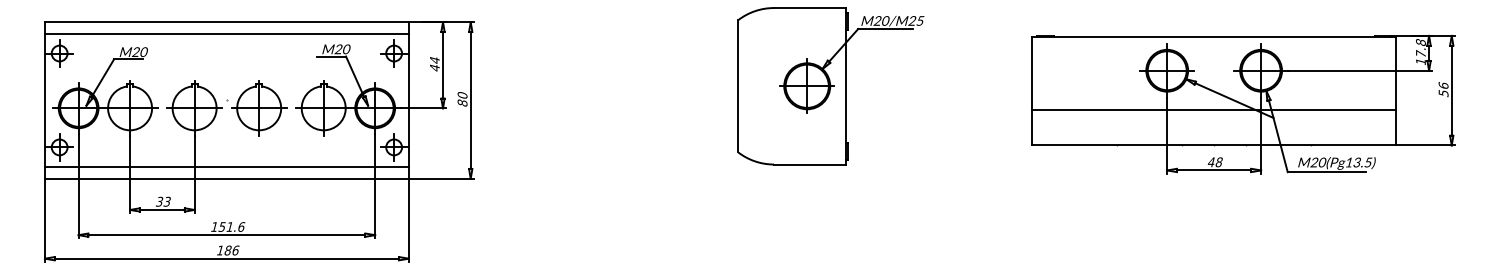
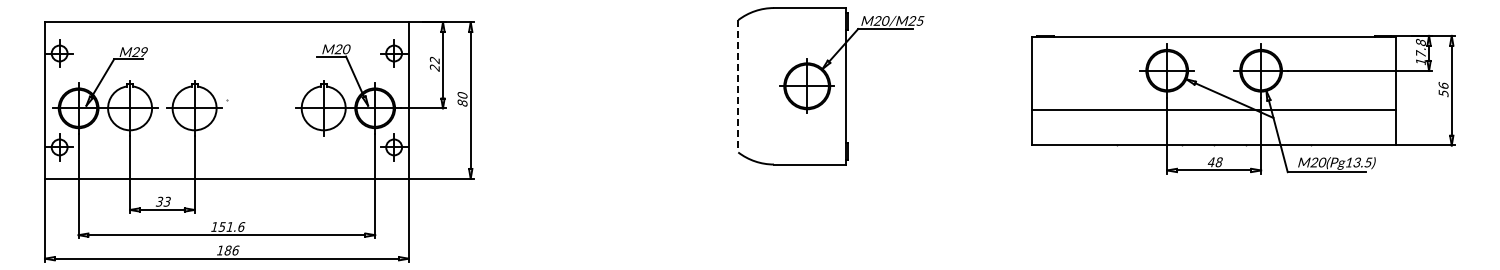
line at (226, 34): present -> none
text at (143, 53): M20 -> M29
text at (434, 63): 44 -> 22
line at (738, 86): solid -> dashed
part at (259, 108): present -> none
line at (226, 166): present -> none
